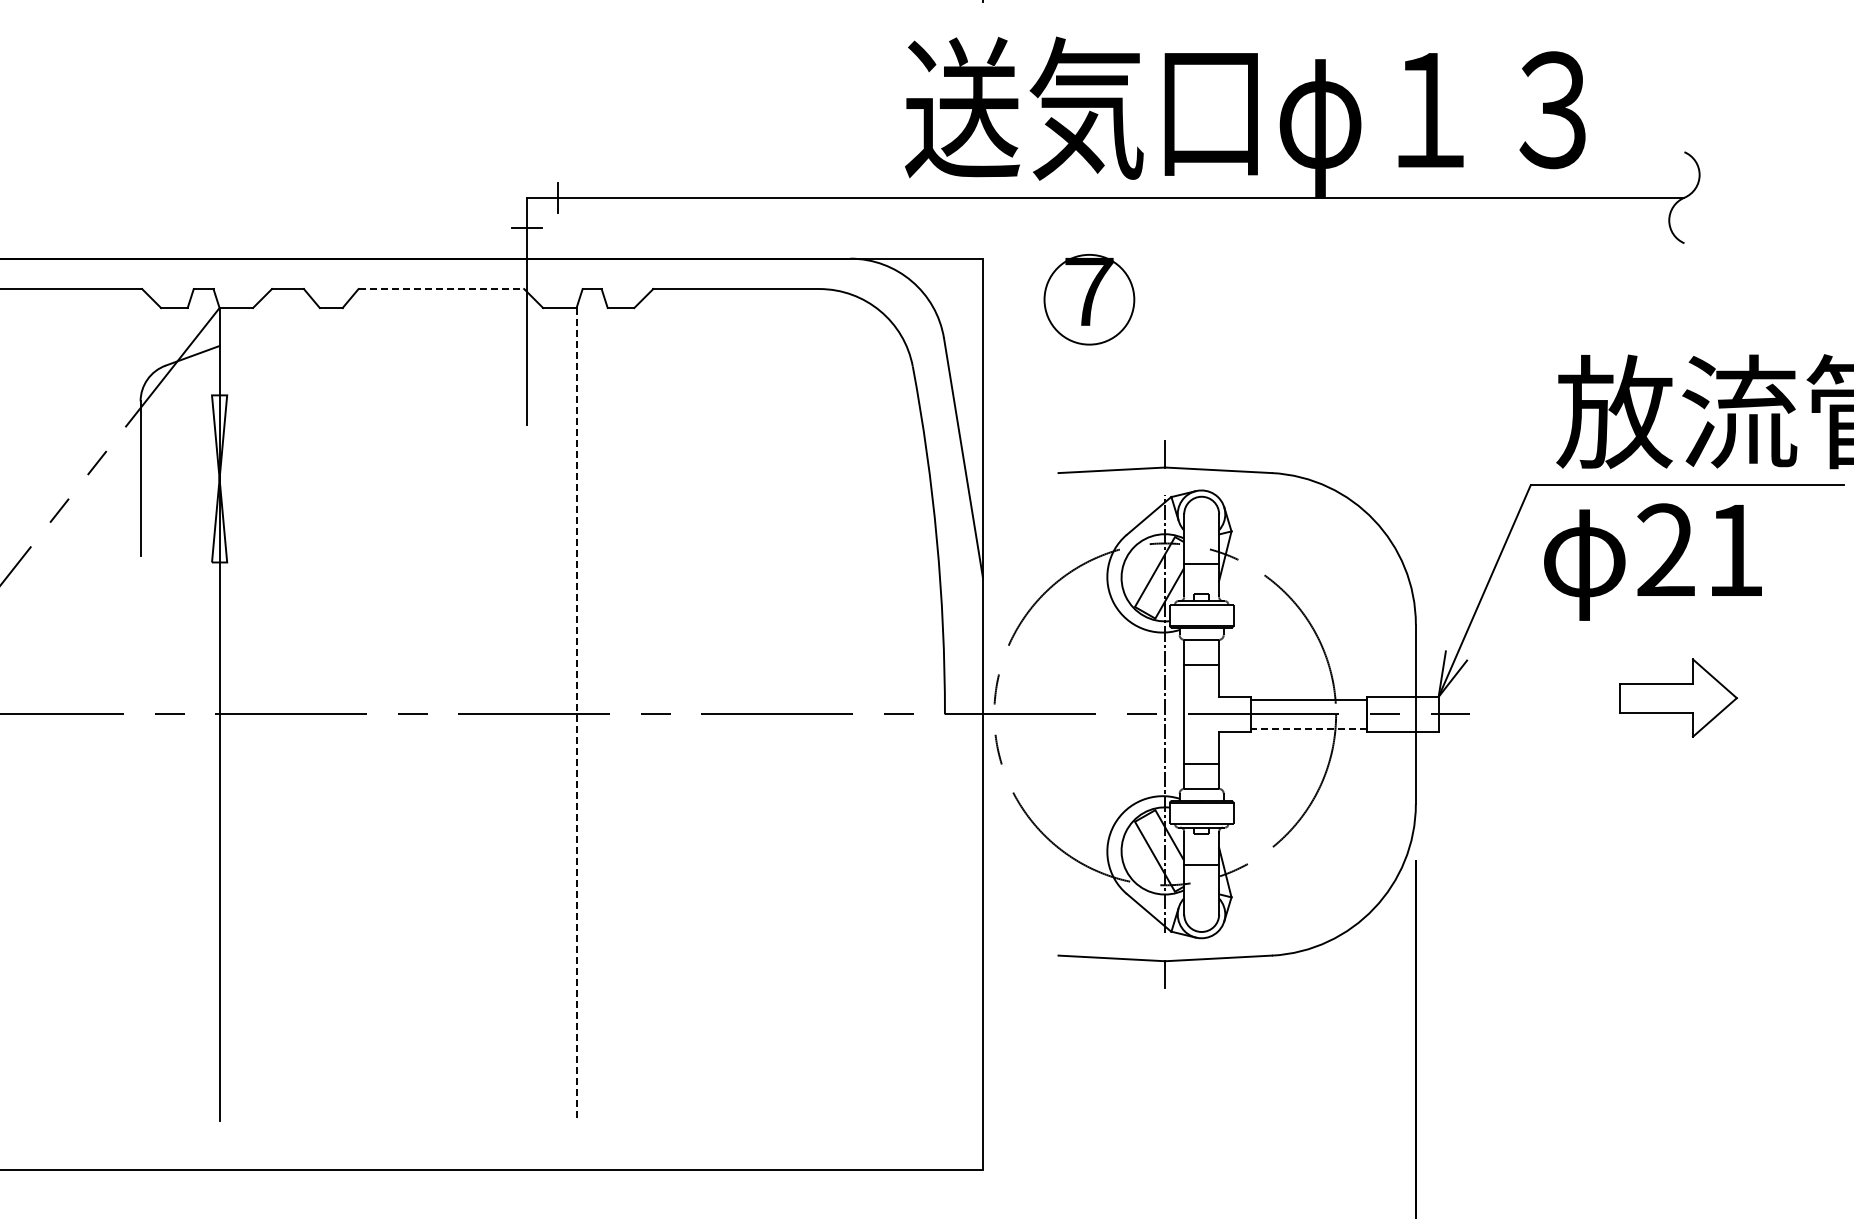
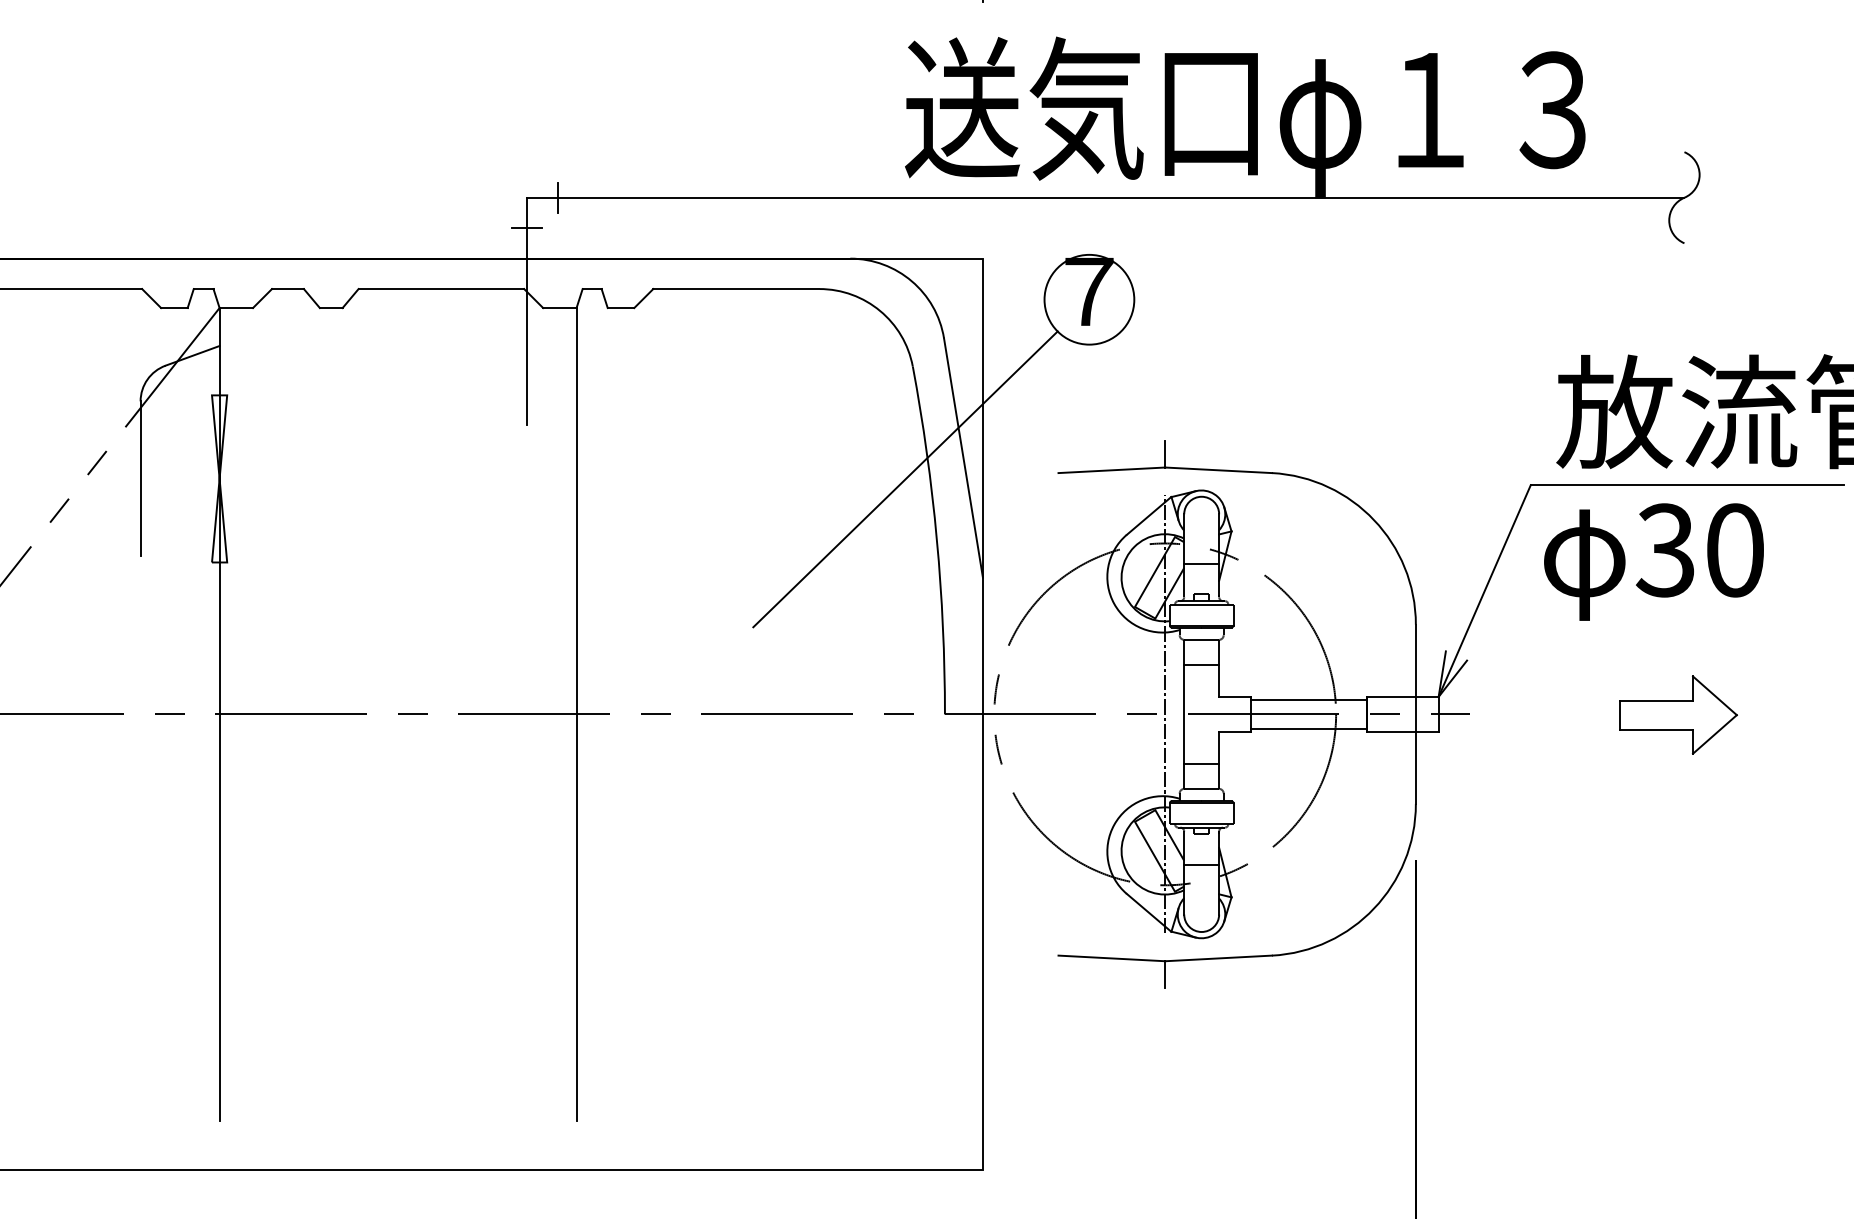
line at (441, 289): dashed -> solid
line at (905, 479): none -> present
text at (1699, 550): 21 -> 30
part at (1678, 697) position: (1678, 697) -> (1678, 714)
line at (576, 714): dashed -> solid
line at (1308, 728): dashed -> solid
